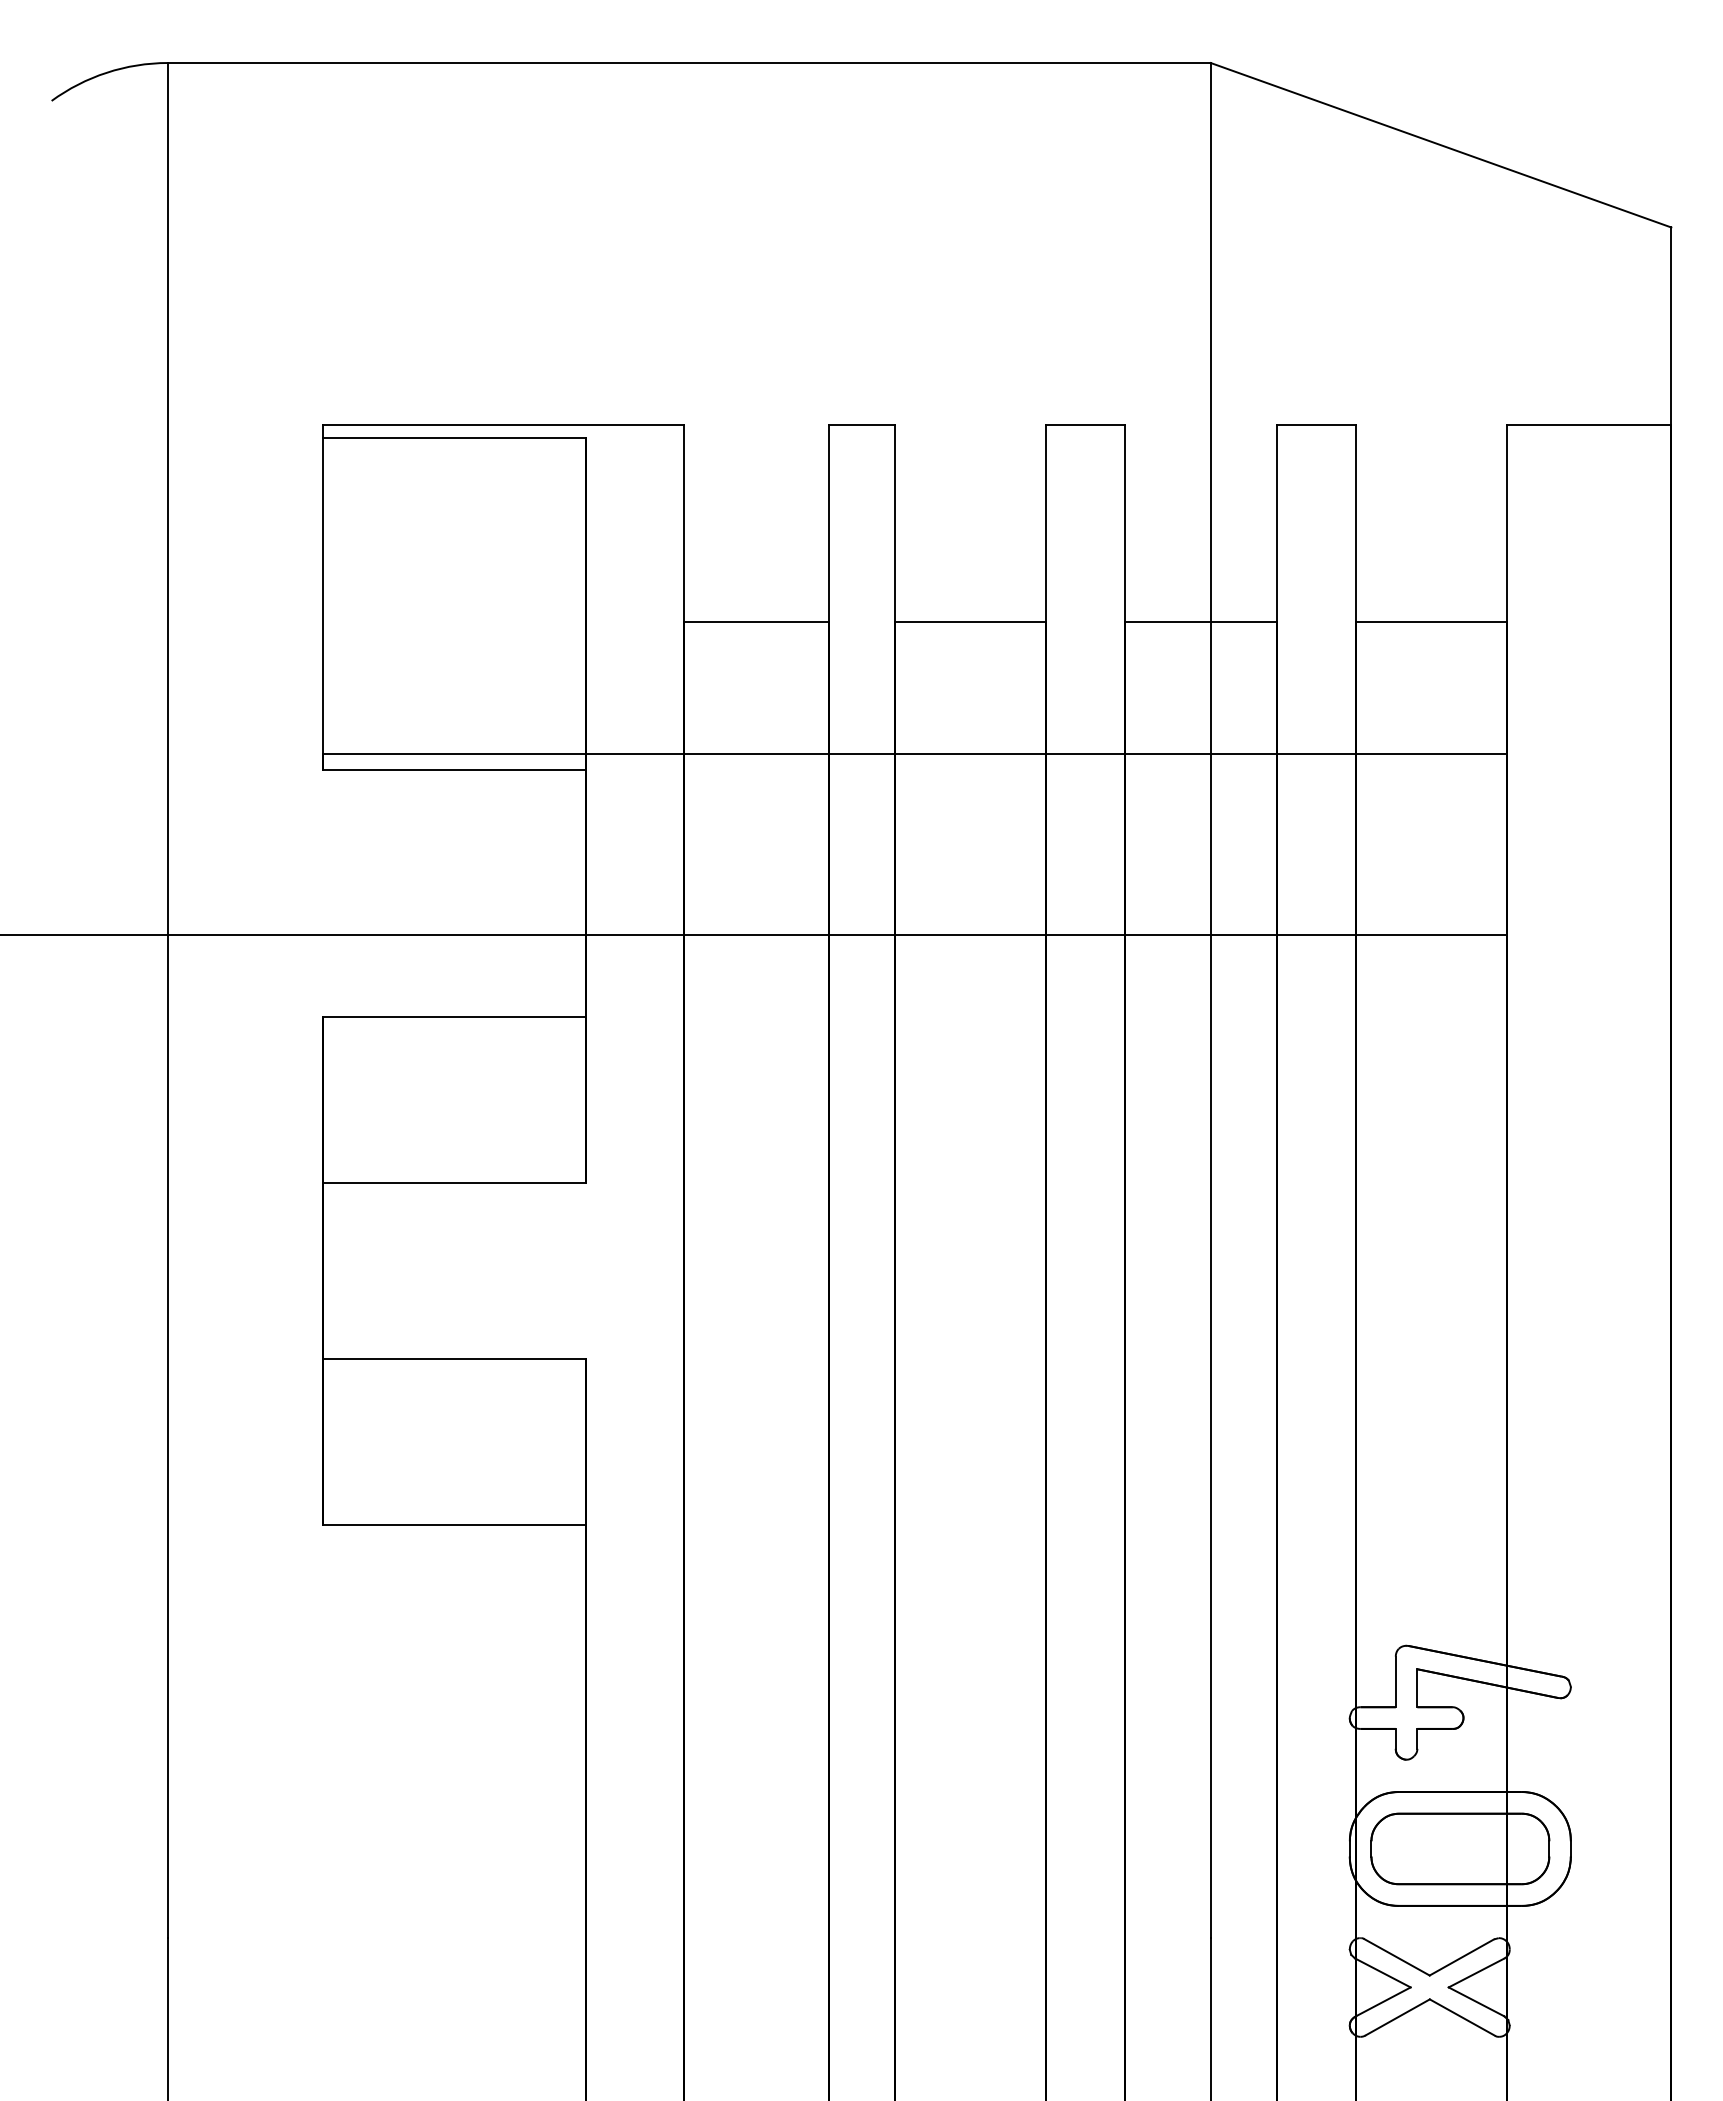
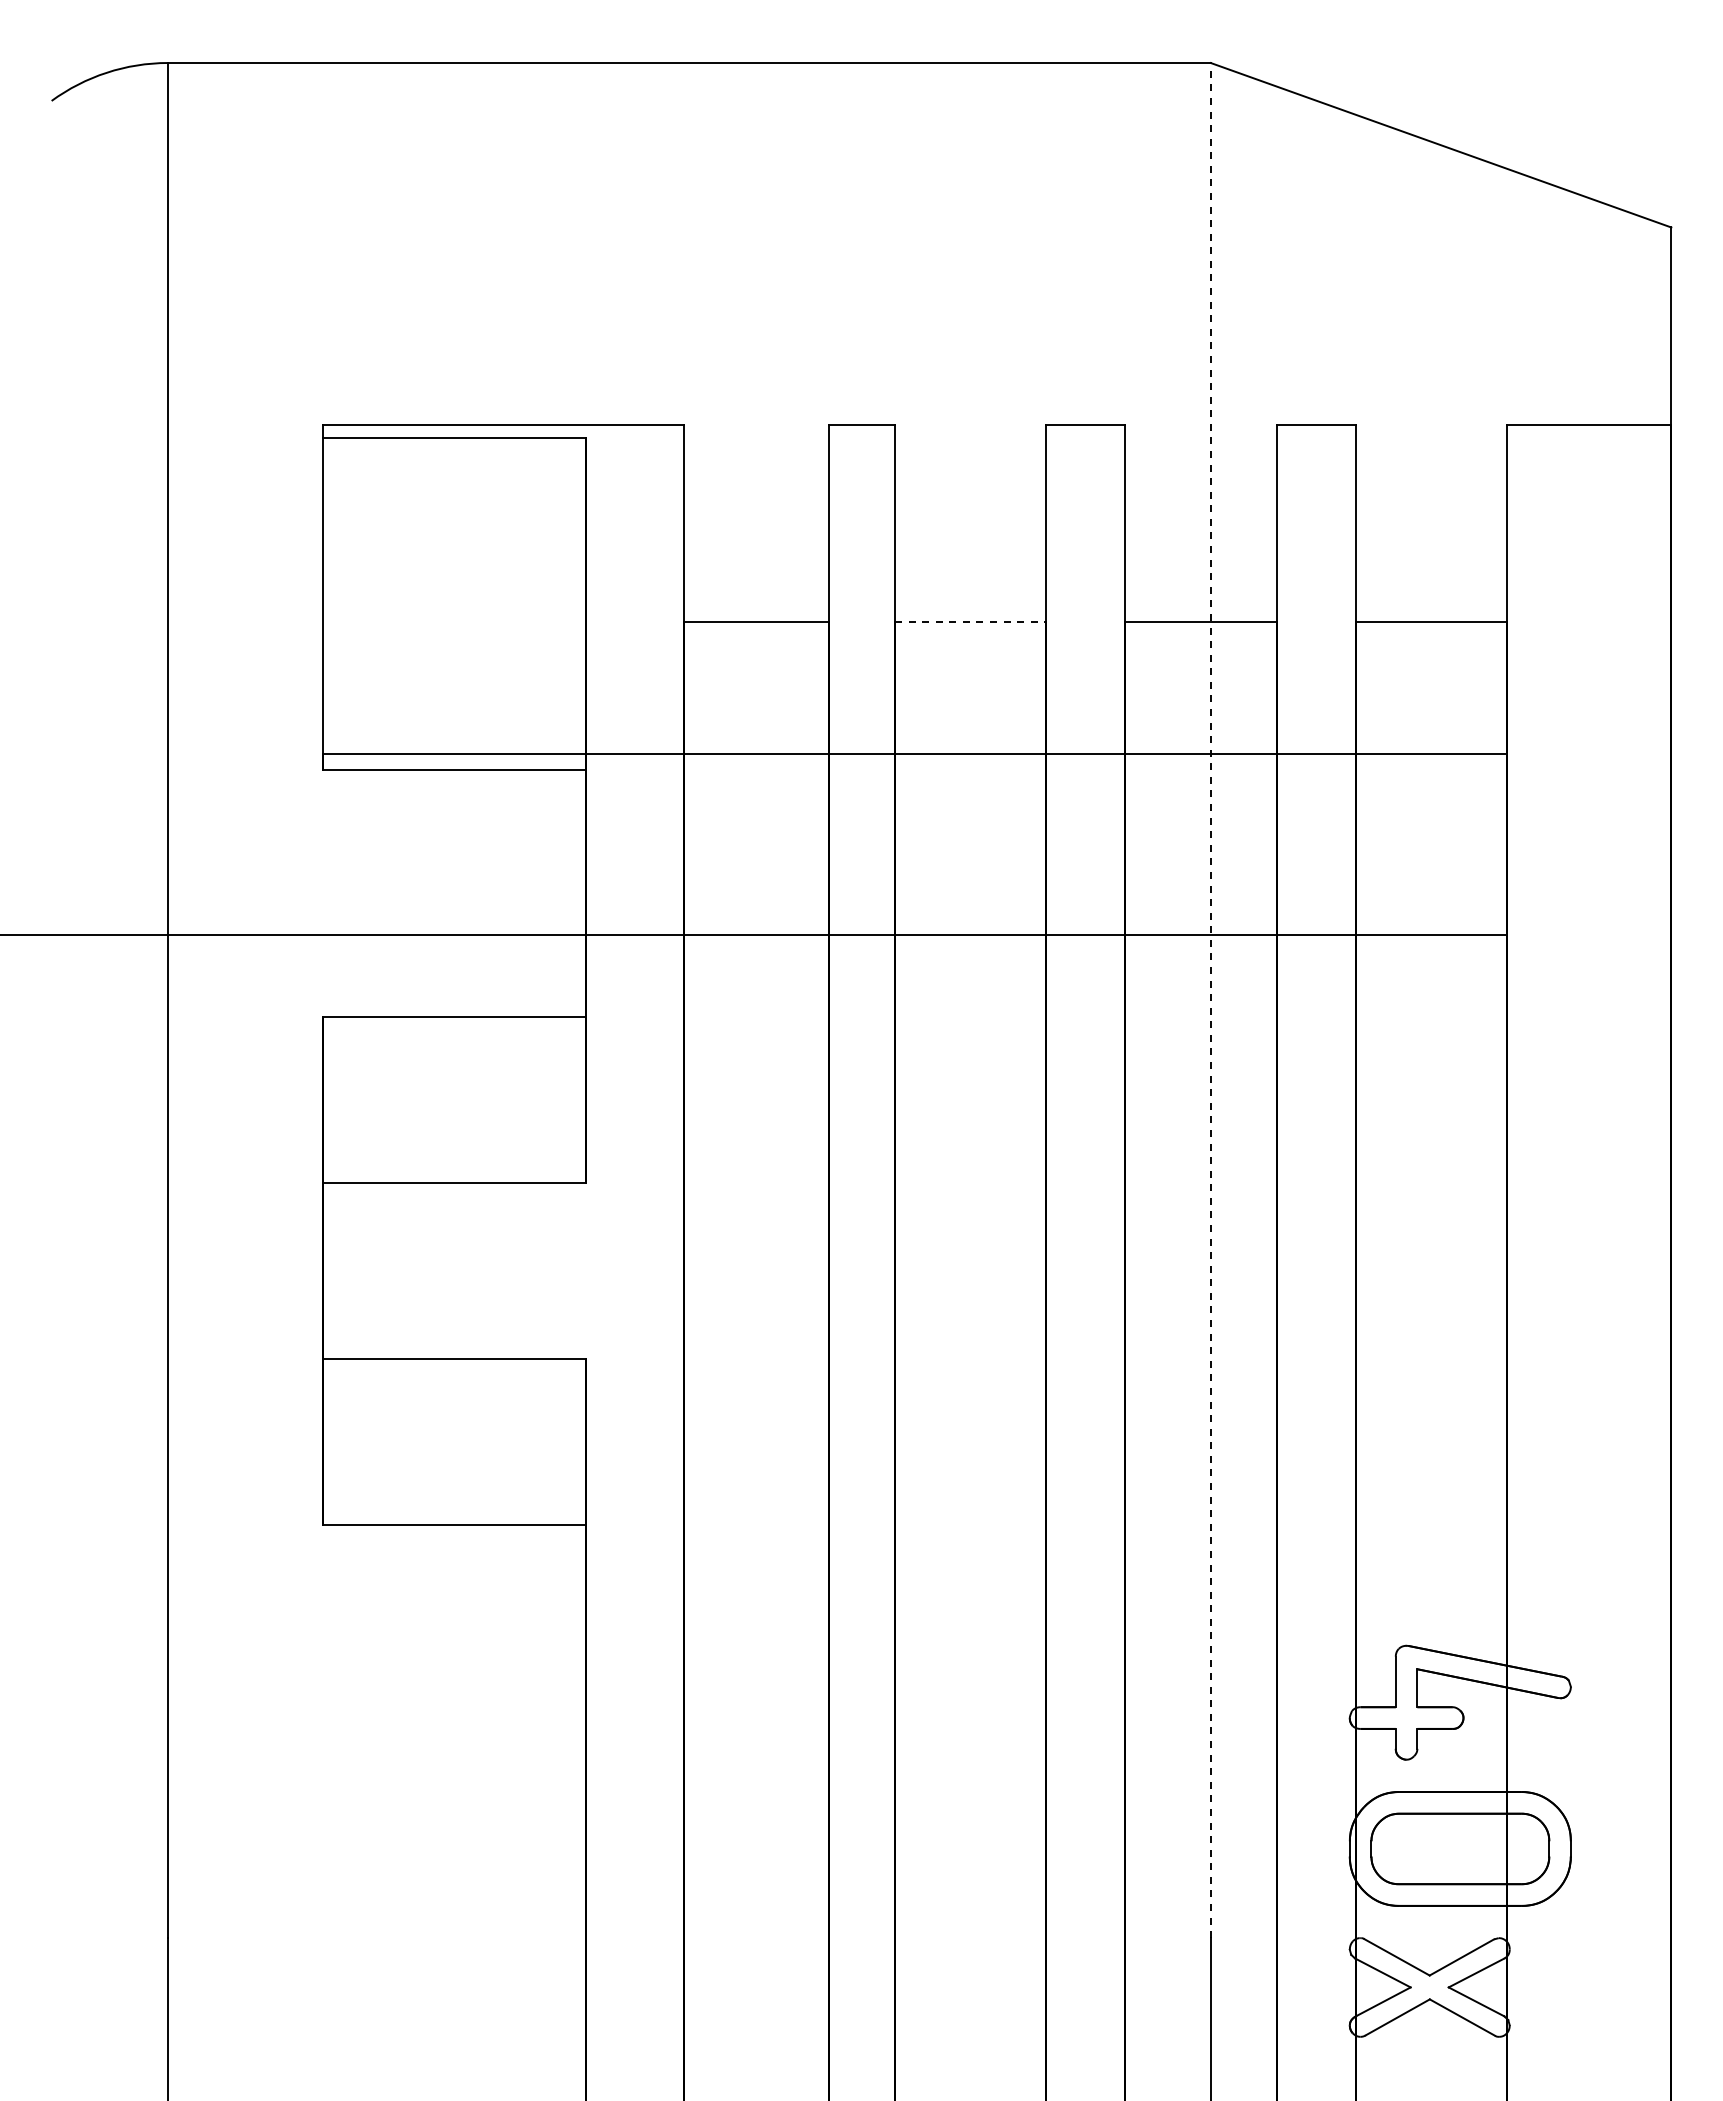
line at (970, 622): solid -> dashed
line at (1210, 1000): solid -> dashed
